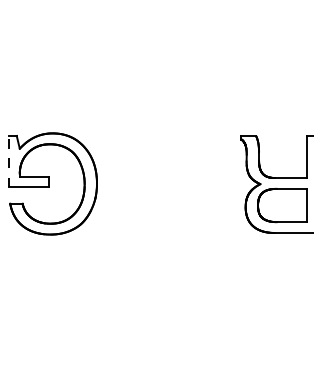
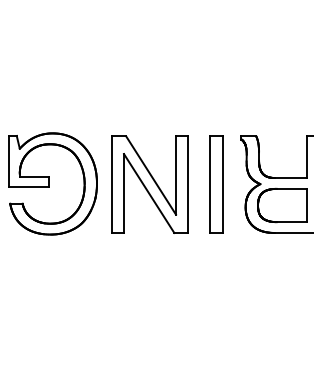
line at (8, 161): dashed -> solid
part at (149, 184): none -> present
part at (216, 184): none -> present
